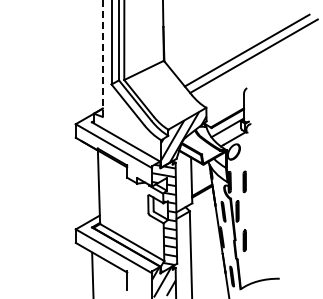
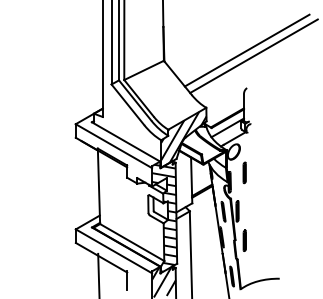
line at (102, 58): dashed -> solid
line at (244, 181) position: (244, 181) -> (244, 172)
line at (92, 274) position: (92, 274) -> (98, 274)
